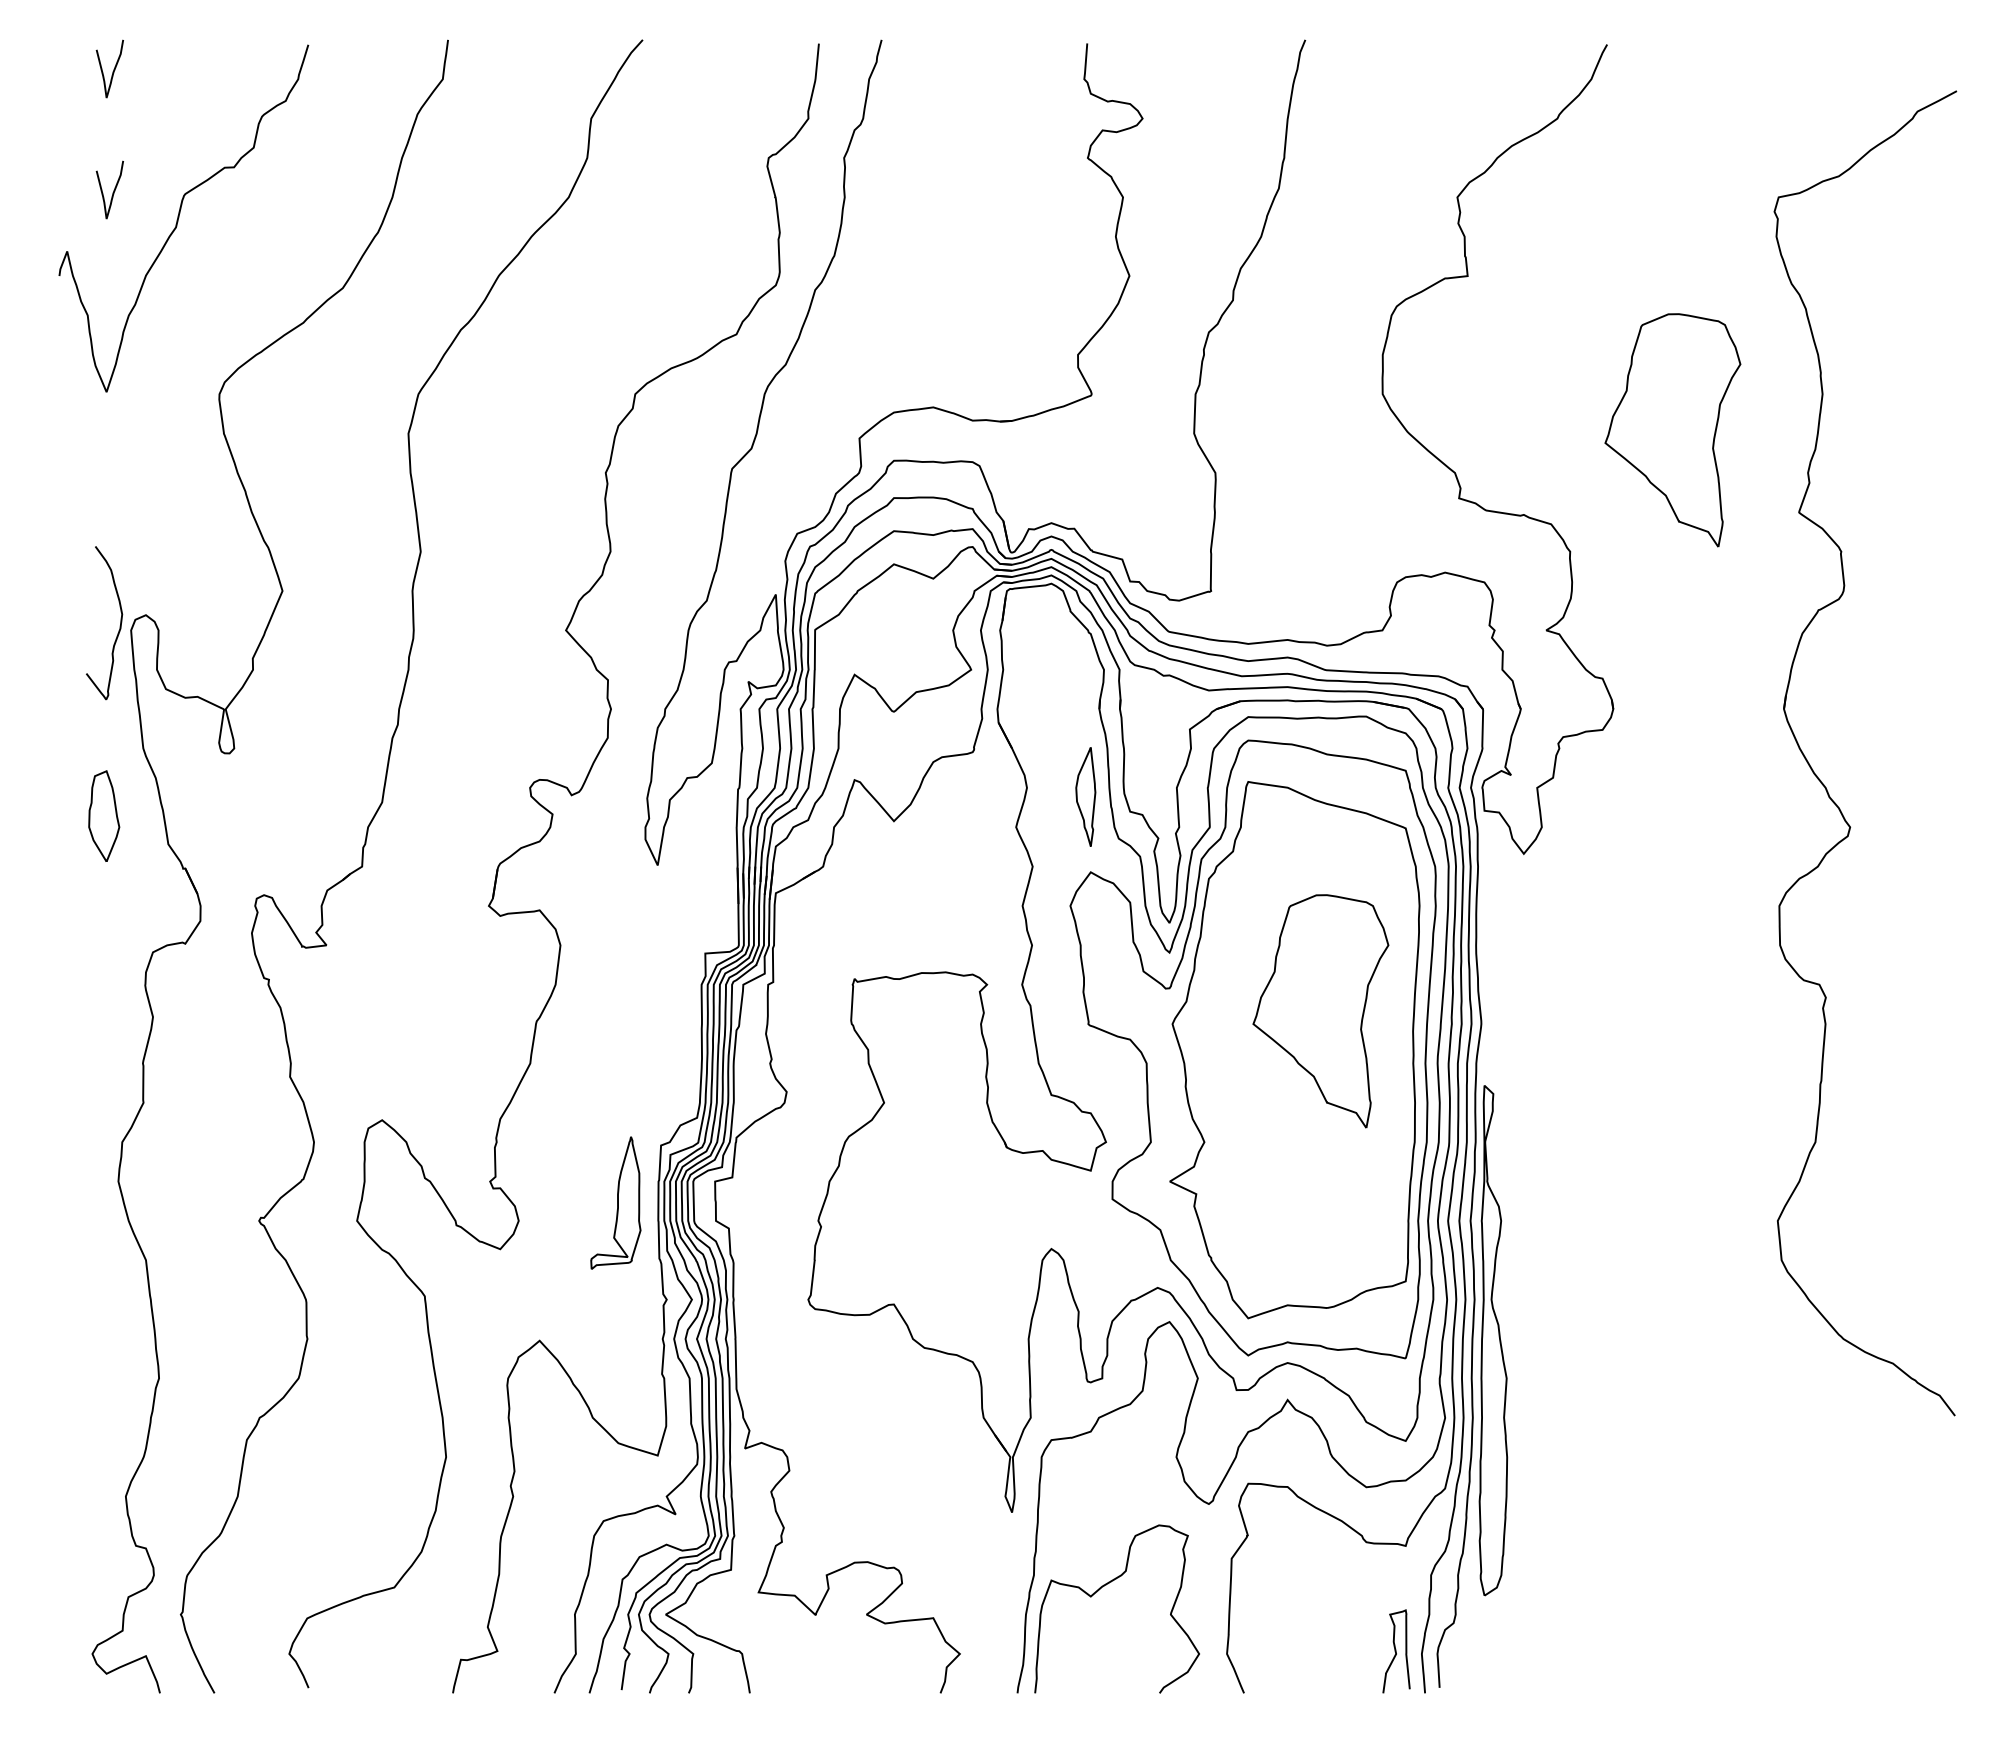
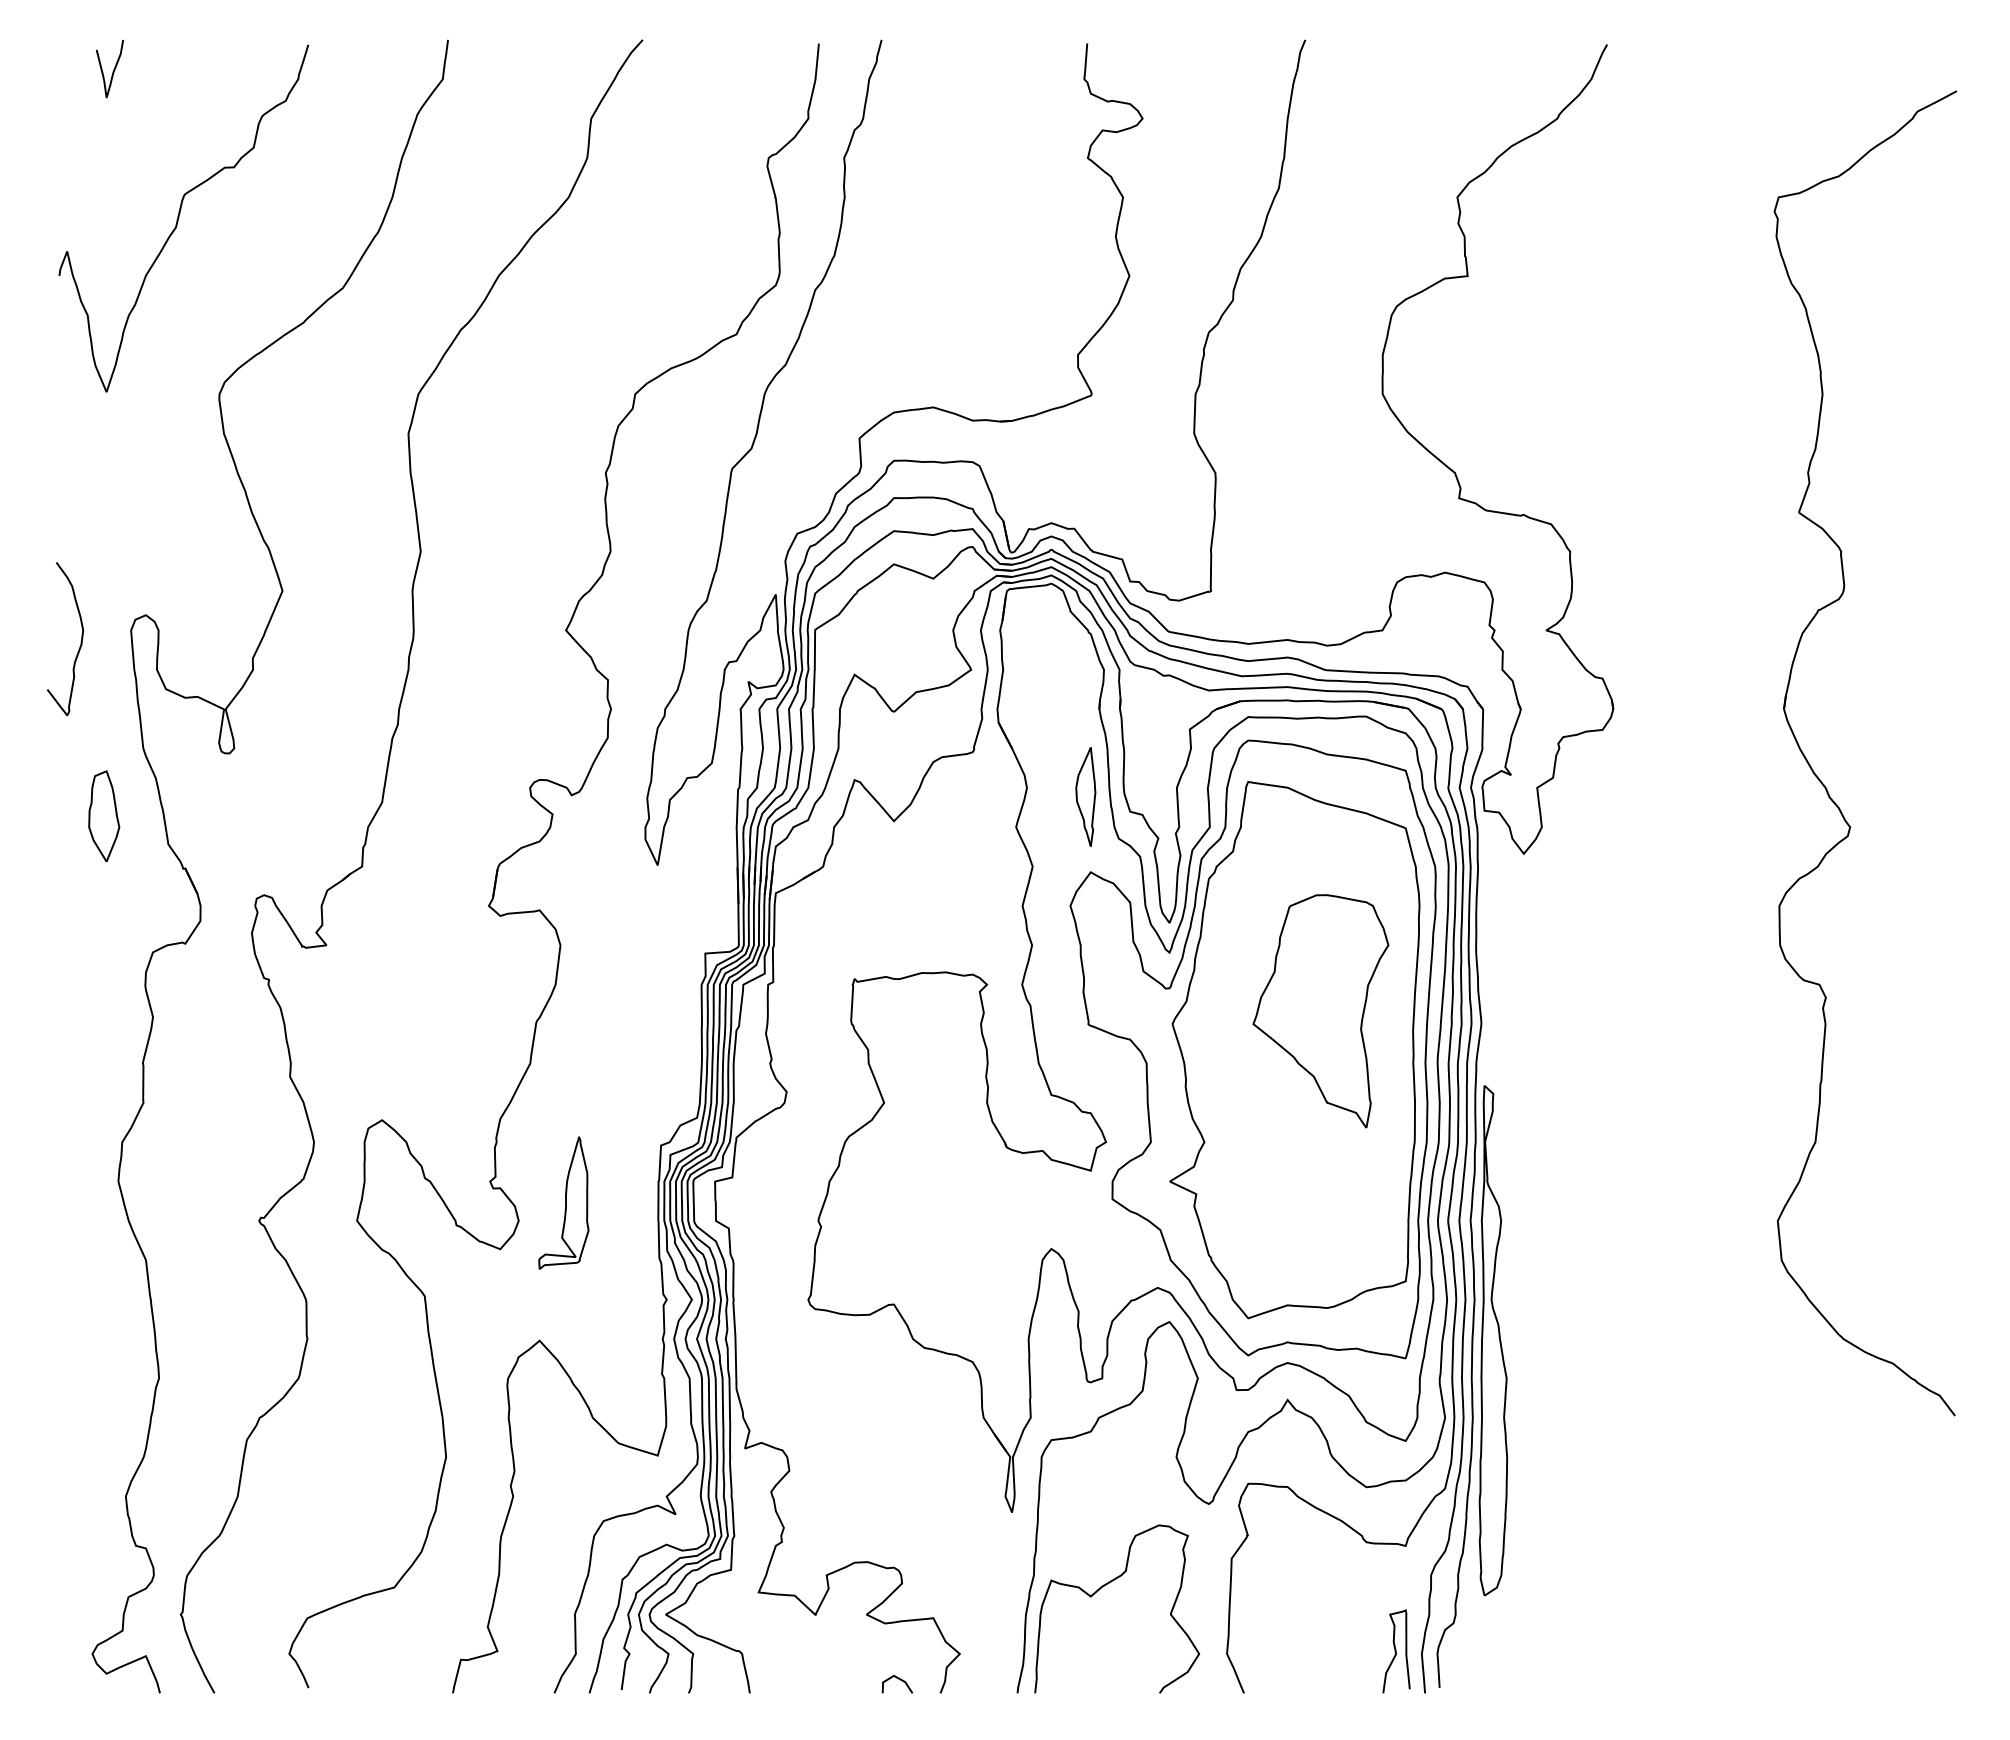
curve at (113, 190): present -> none
part at (1672, 430): present -> none
curve at (119, 626) position: (119, 626) -> (80, 642)
part at (615, 1202) position: (615, 1202) -> (563, 1202)
line at (900, 1680): none -> present
